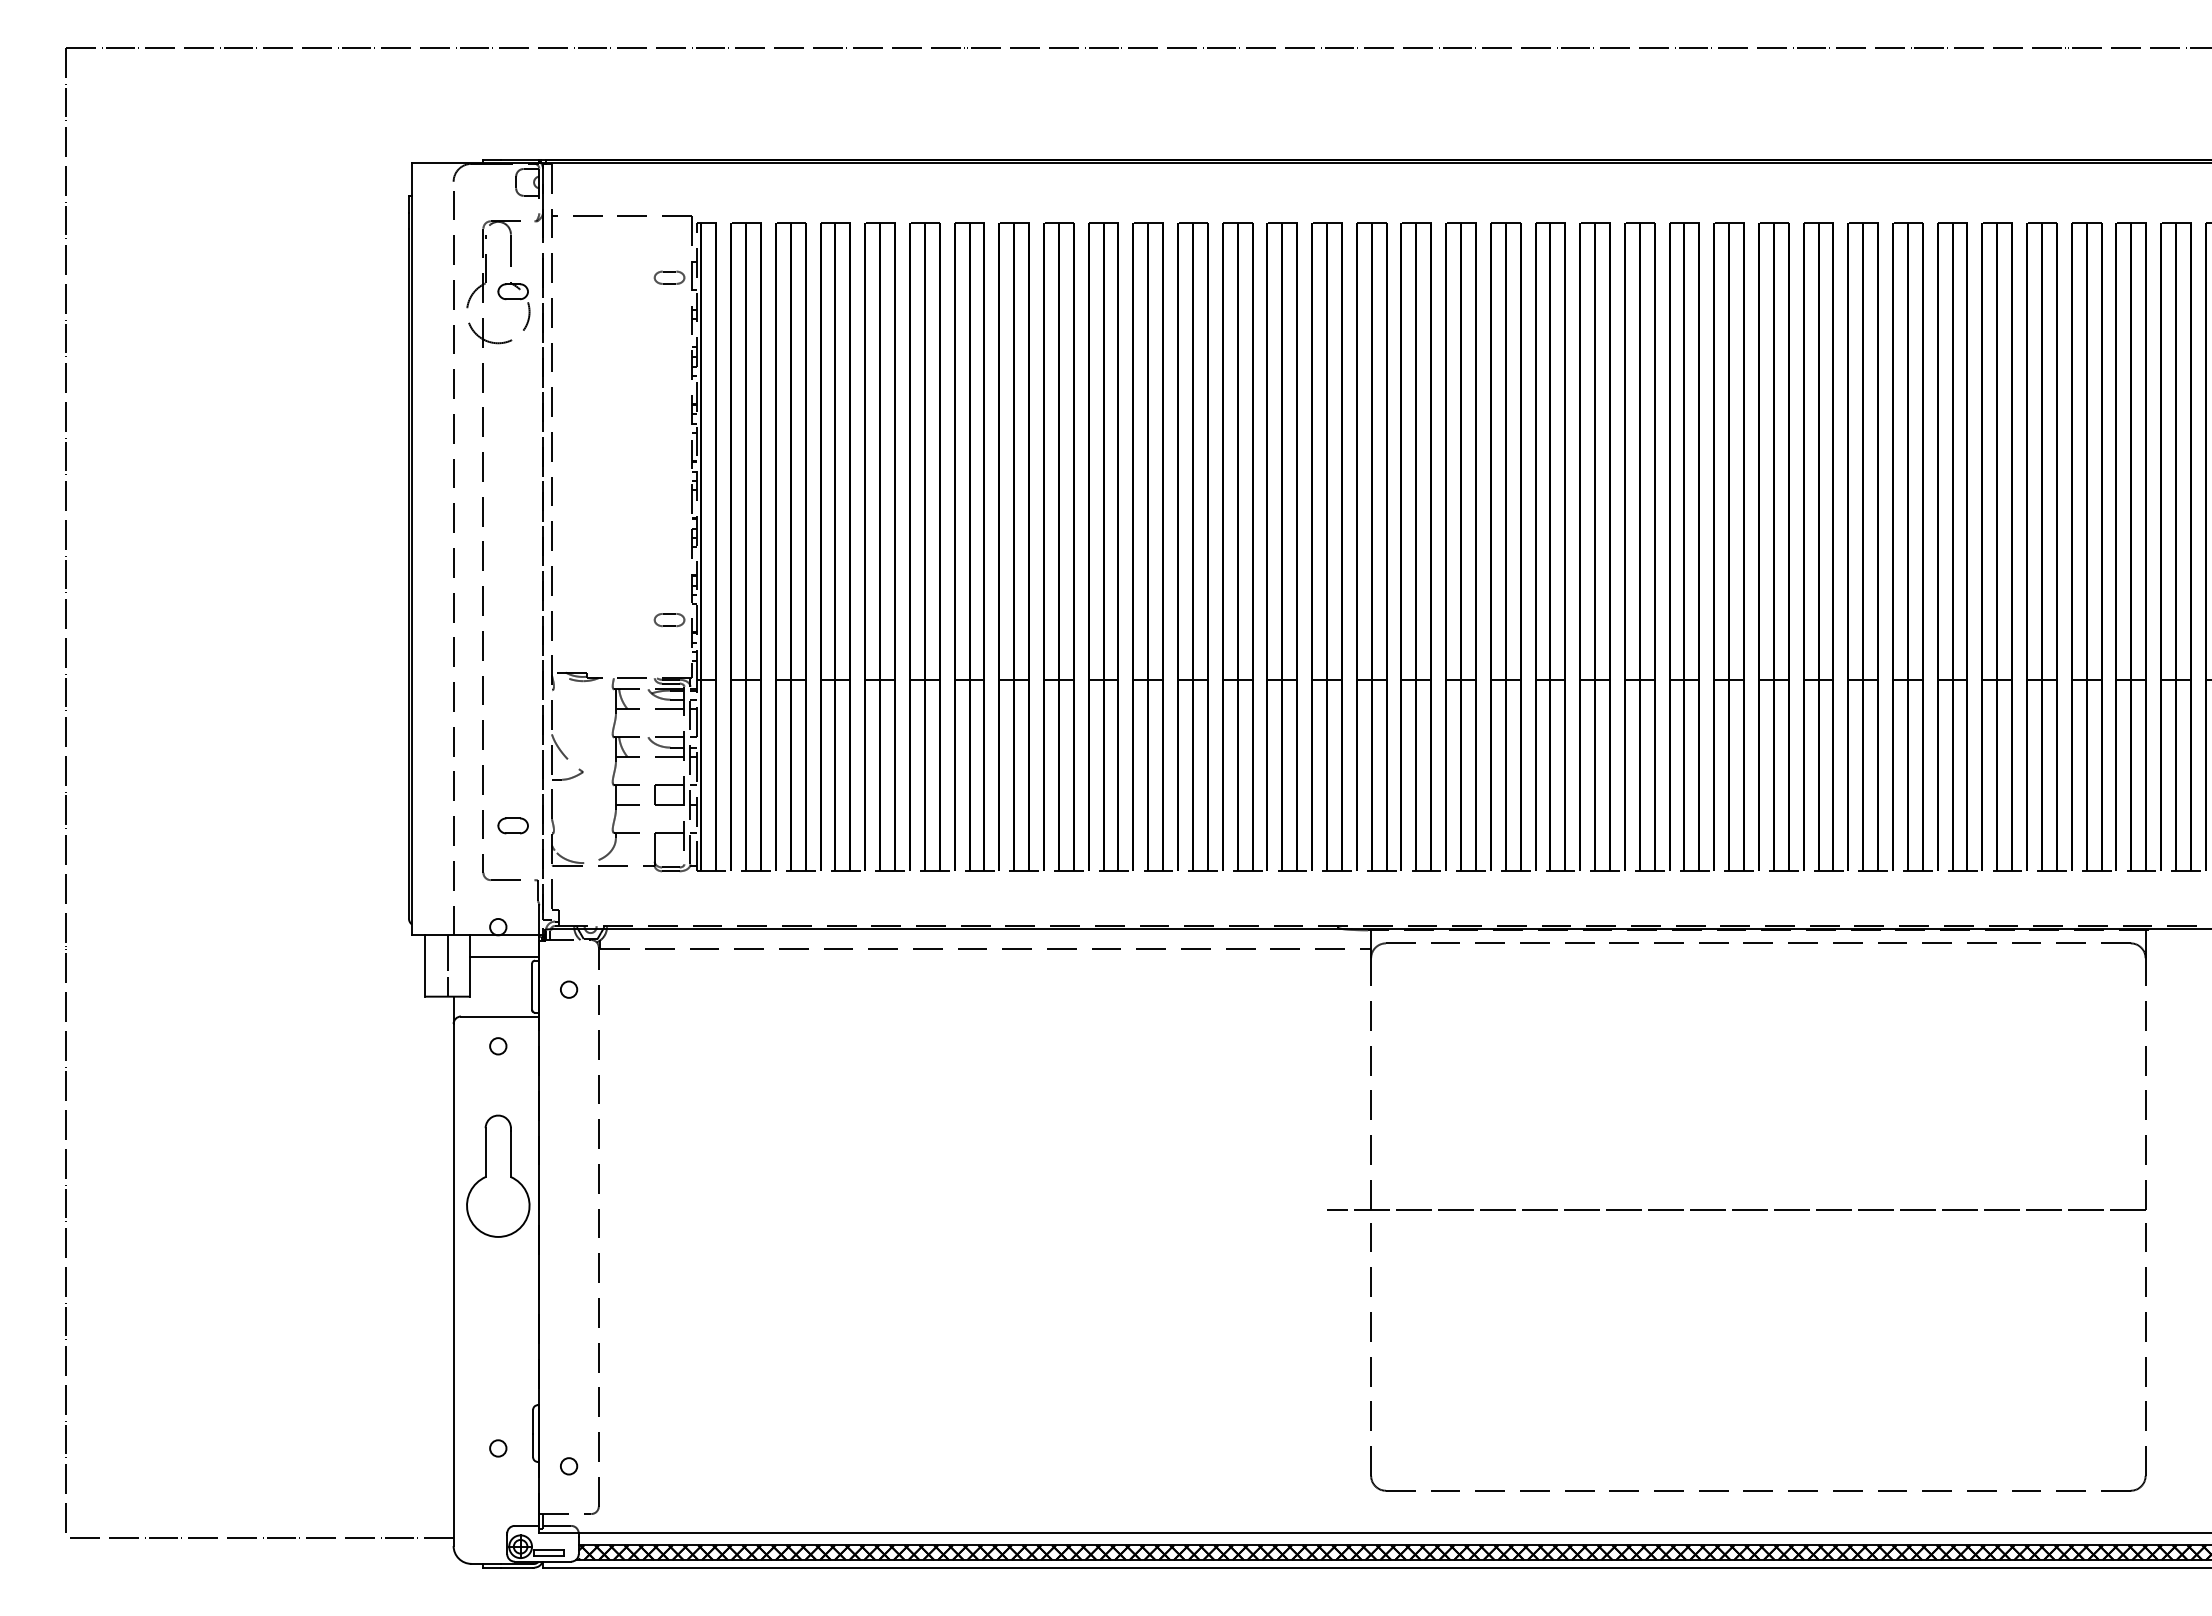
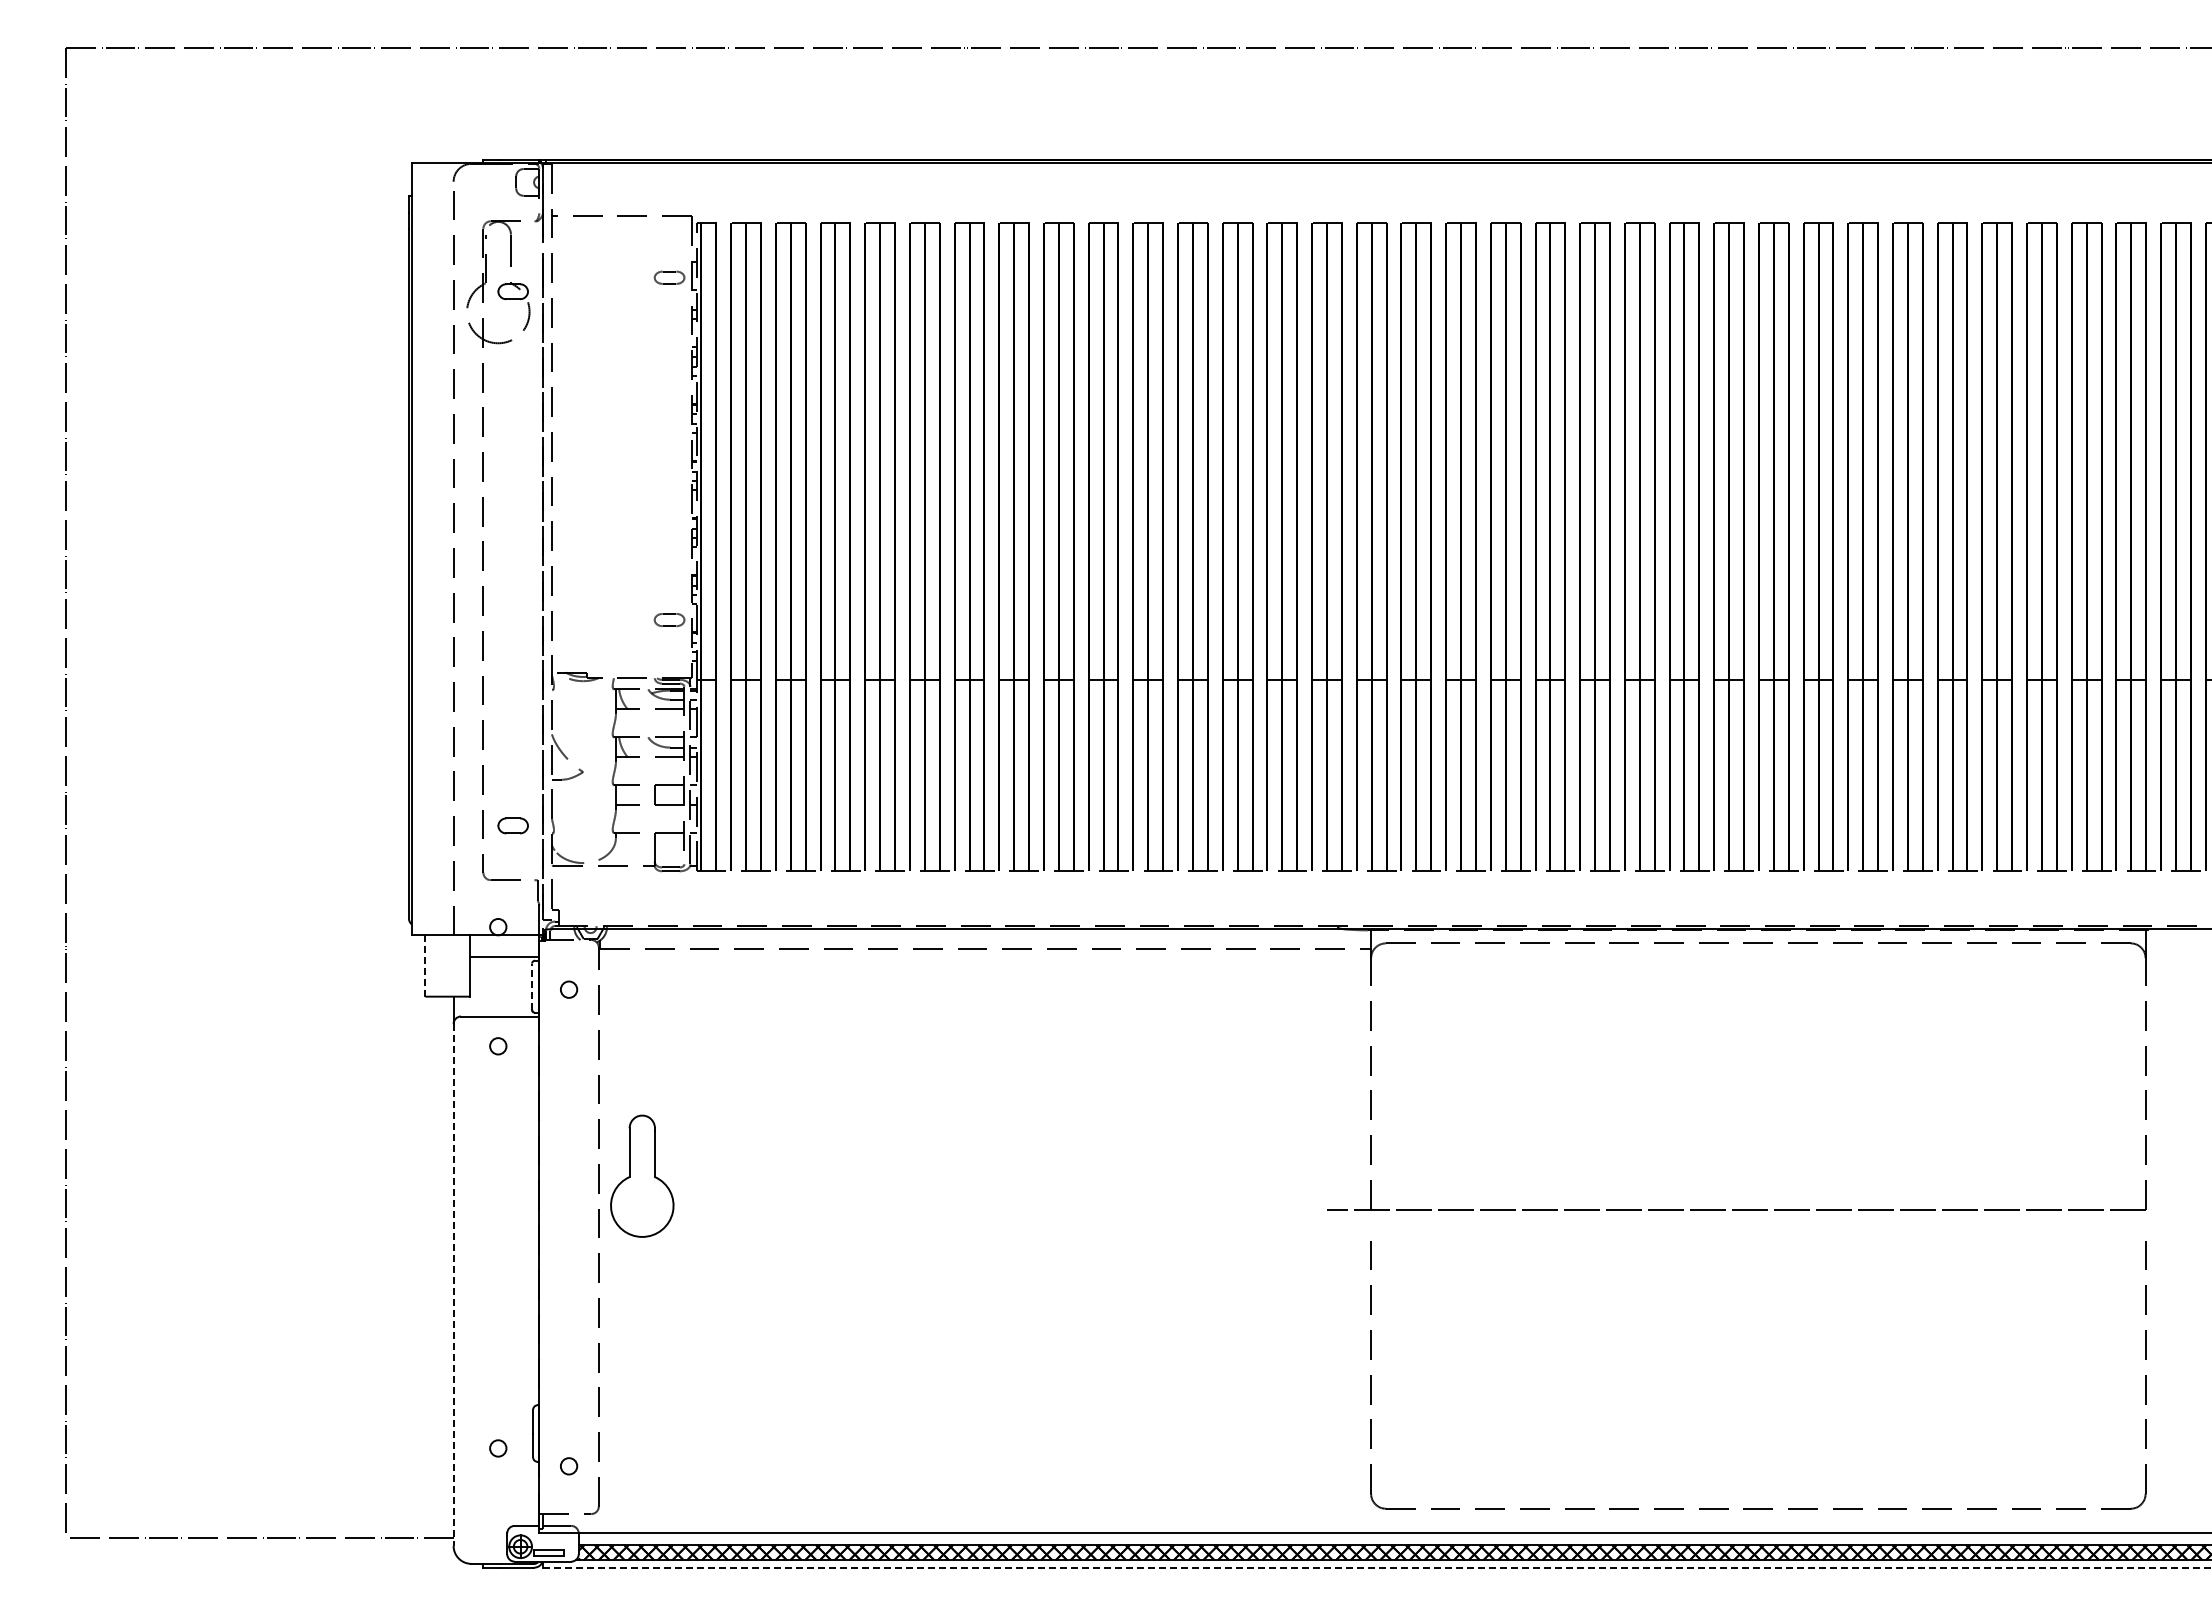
line at (425, 965): solid -> dashed
line at (447, 965): present -> none
line at (532, 986): solid -> dashed
part at (498, 1175) position: (498, 1175) -> (642, 1175)
line at (453, 1285): solid -> dashed
part at (1758, 1490) position: (1758, 1490) -> (1758, 1508)
line at (1376, 1567): solid -> dashed
